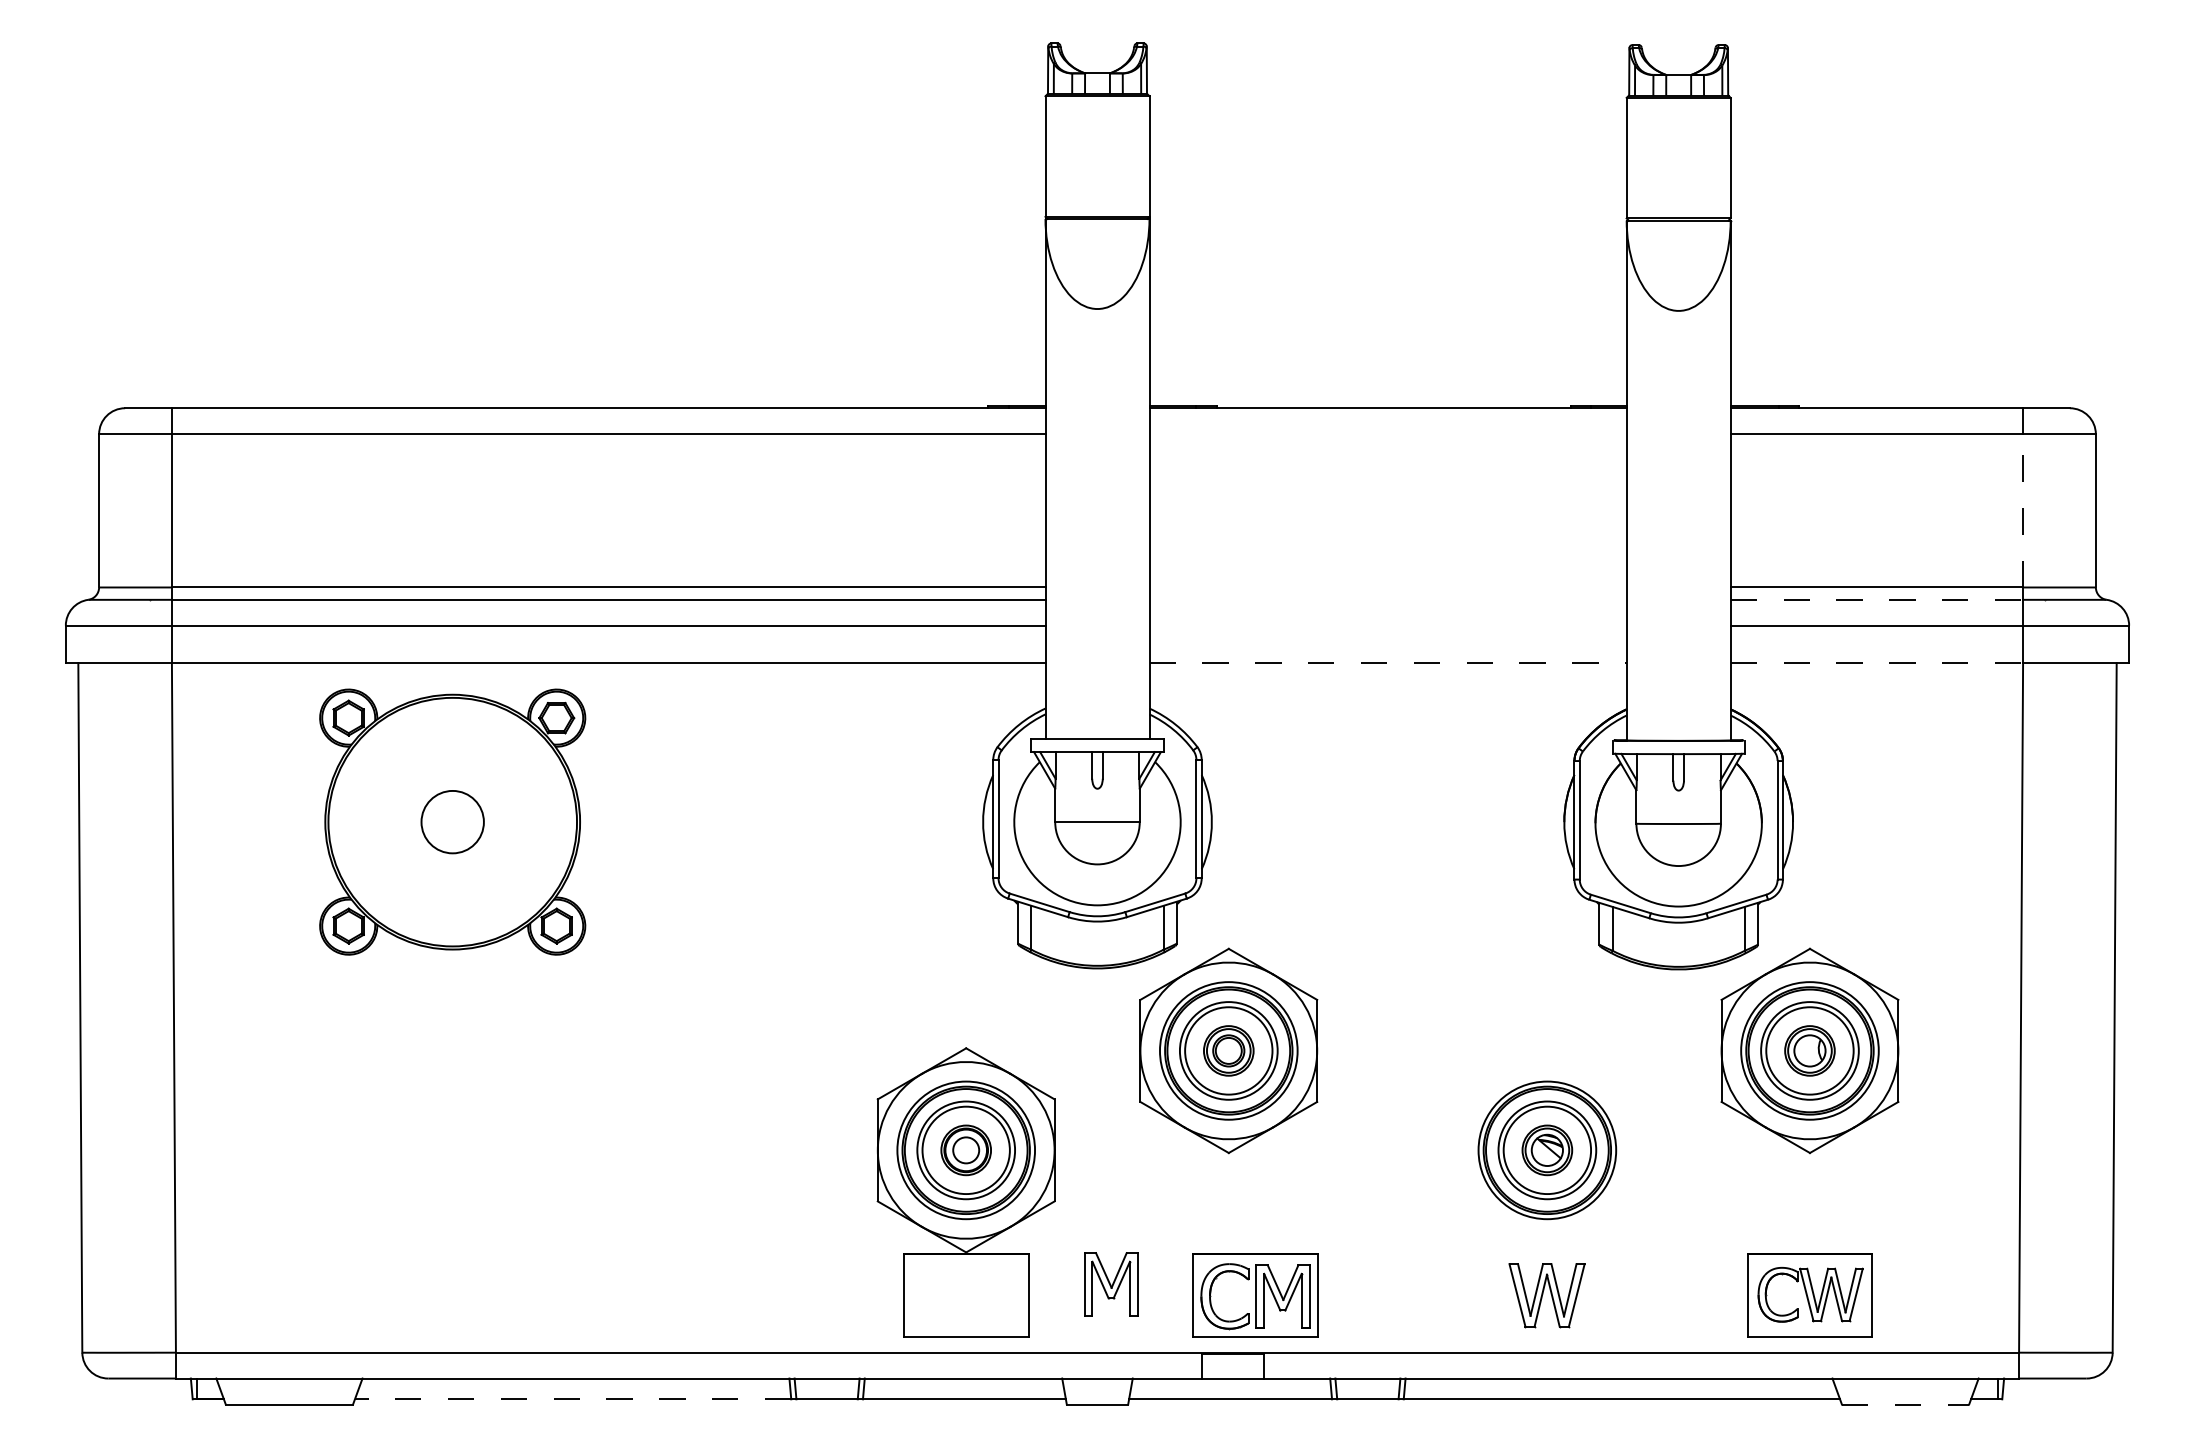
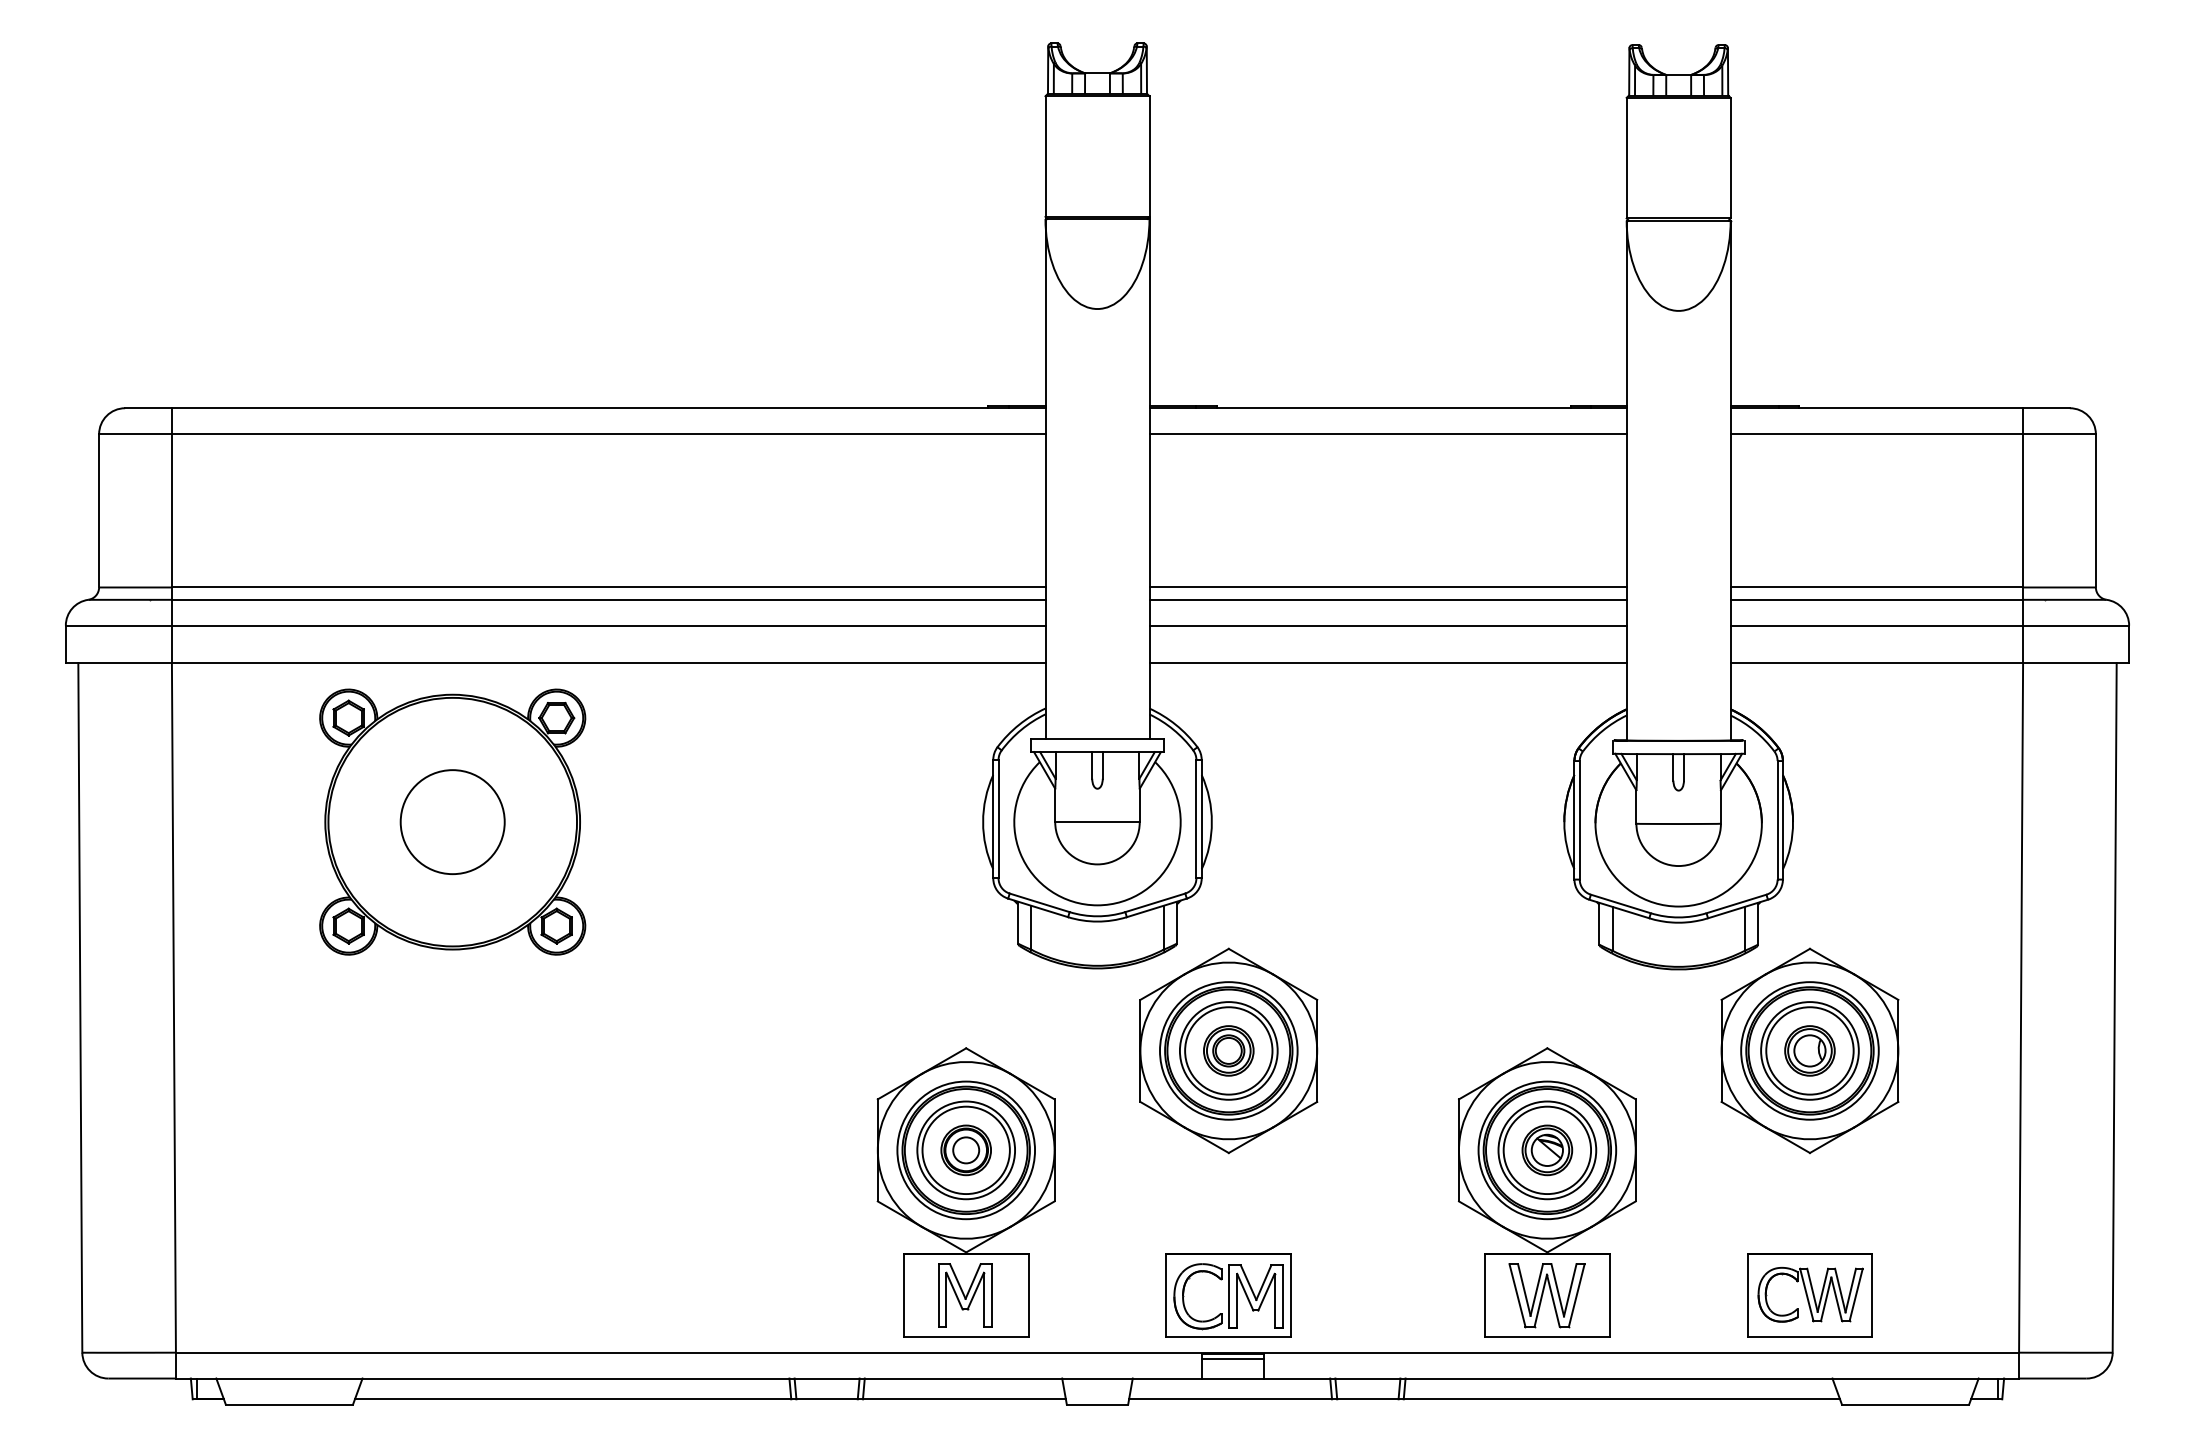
line at (1387, 434): none -> present
line at (2023, 510): dashed -> solid
line at (1387, 587): none -> present
line at (1387, 599): none -> present
line at (1877, 599): dashed -> solid
line at (1387, 625): none -> present
line at (1388, 663): dashed -> solid
line at (1877, 663): dashed -> solid
circle at (452, 821) diameter: 62 px -> 104 px
part at (1547, 1192): none -> present
part at (1111, 1284) position: (1111, 1284) -> (965, 1295)
part at (1255, 1295) position: (1255, 1295) -> (1228, 1295)
line at (1232, 1358): none -> present
line at (572, 1399): dashed -> solid
line at (1905, 1404): dashed -> solid
